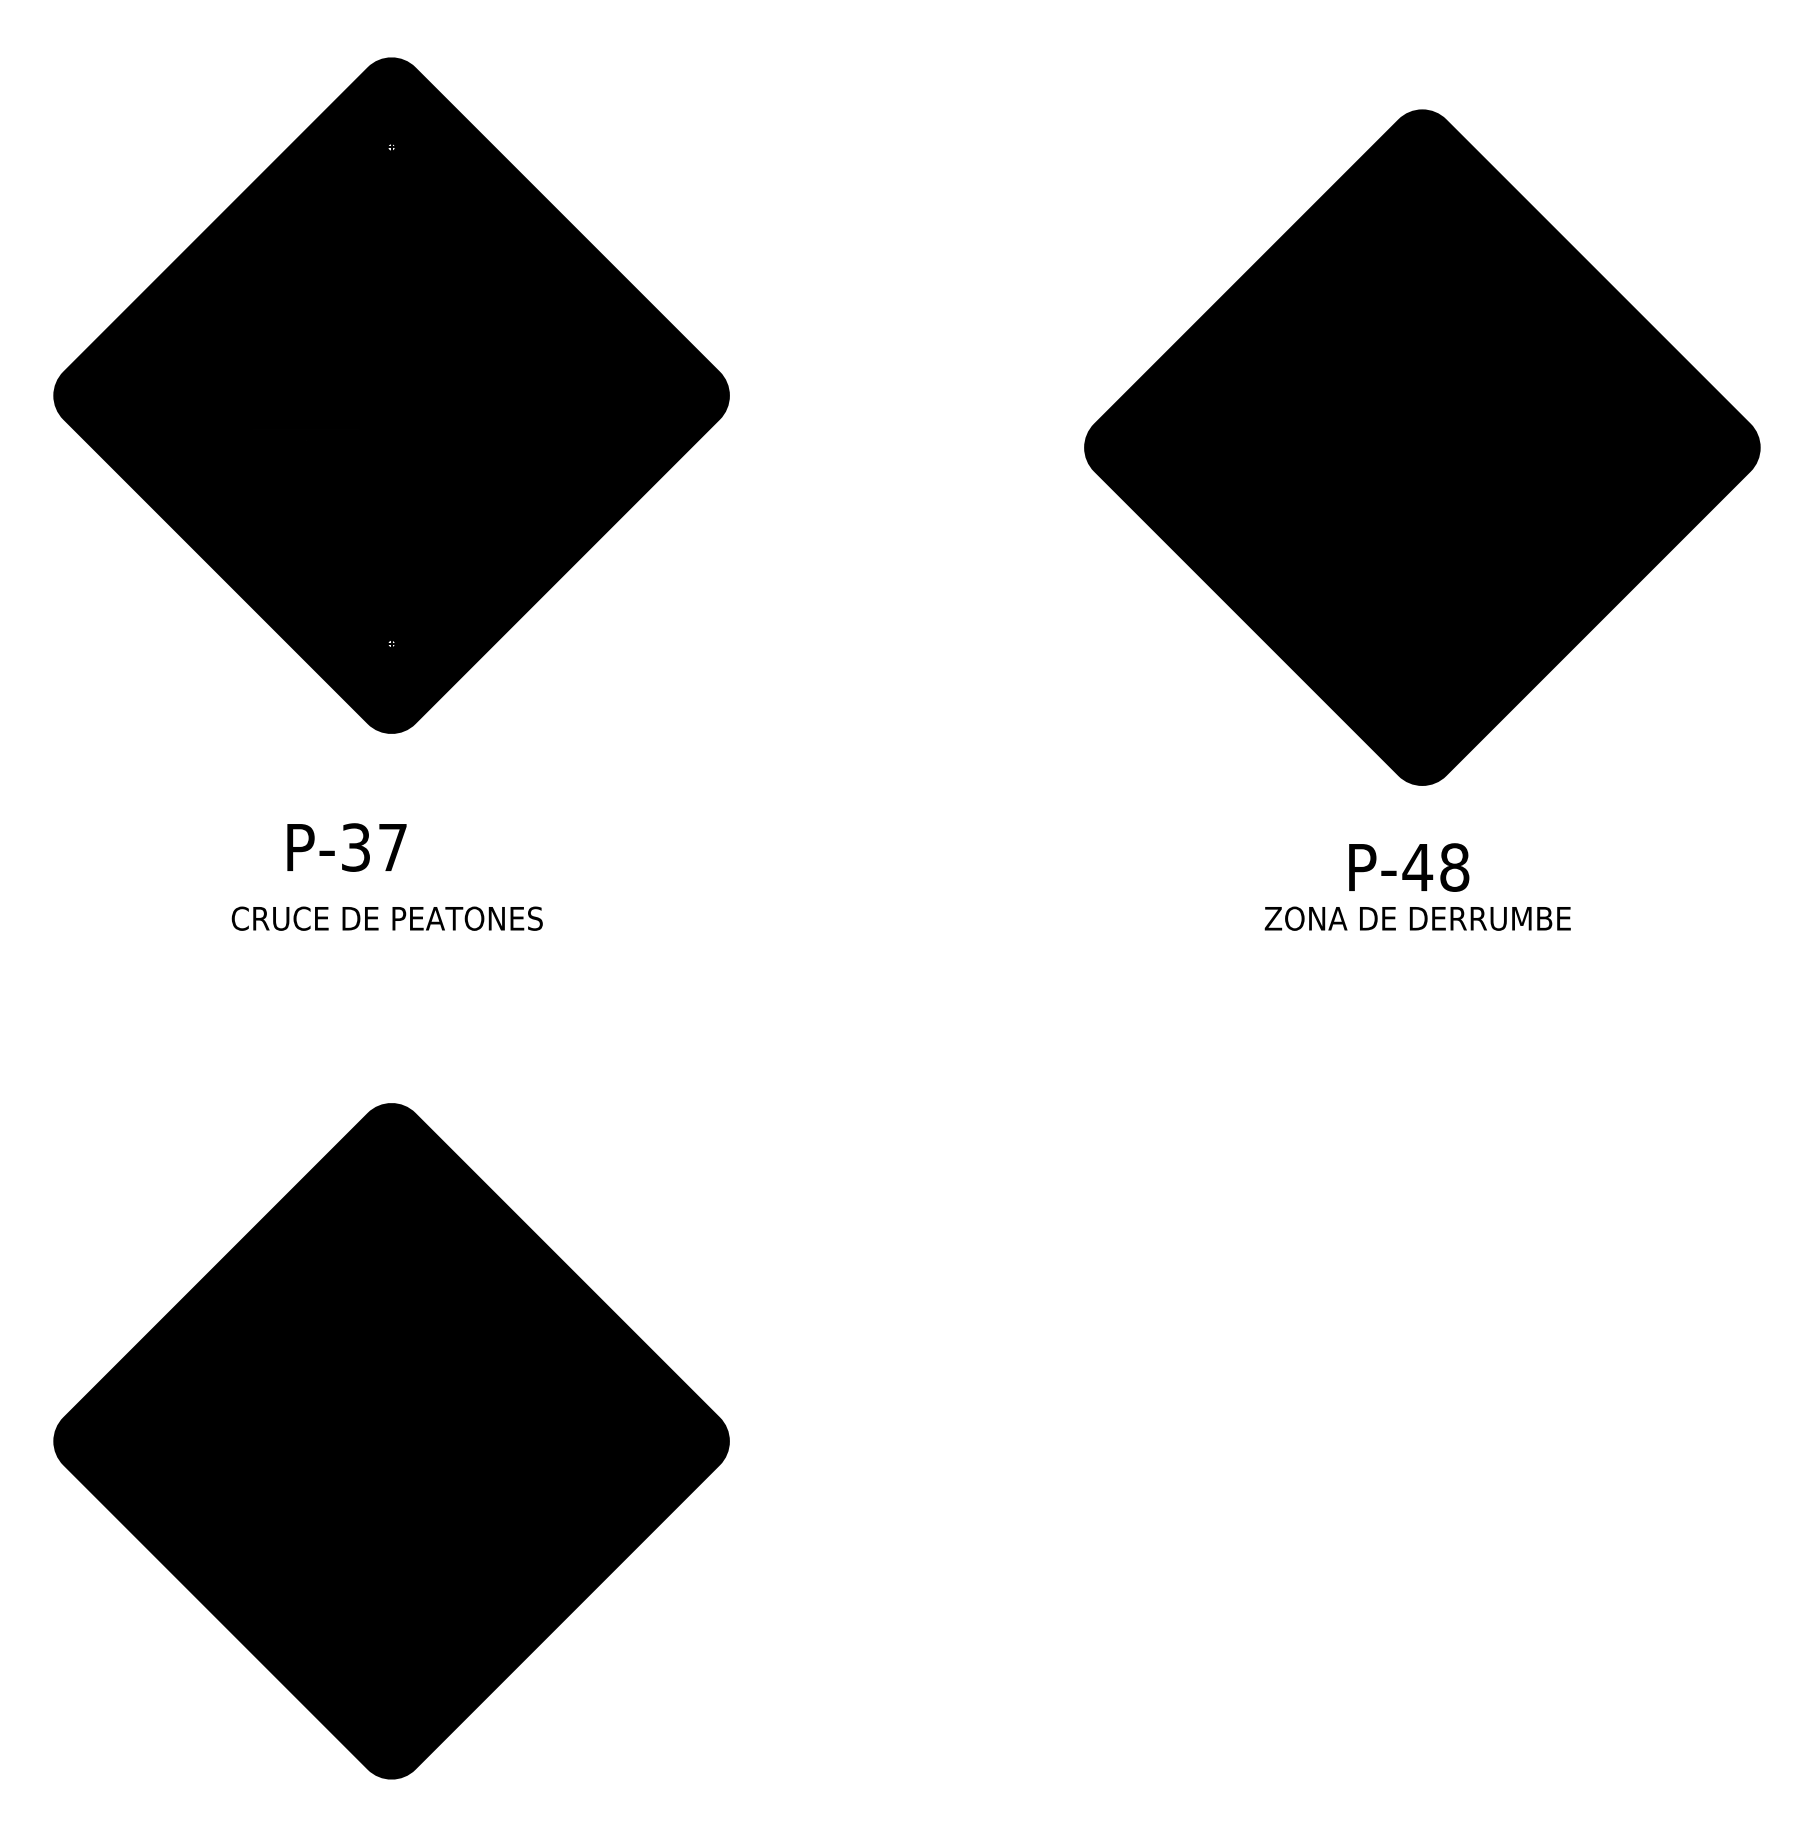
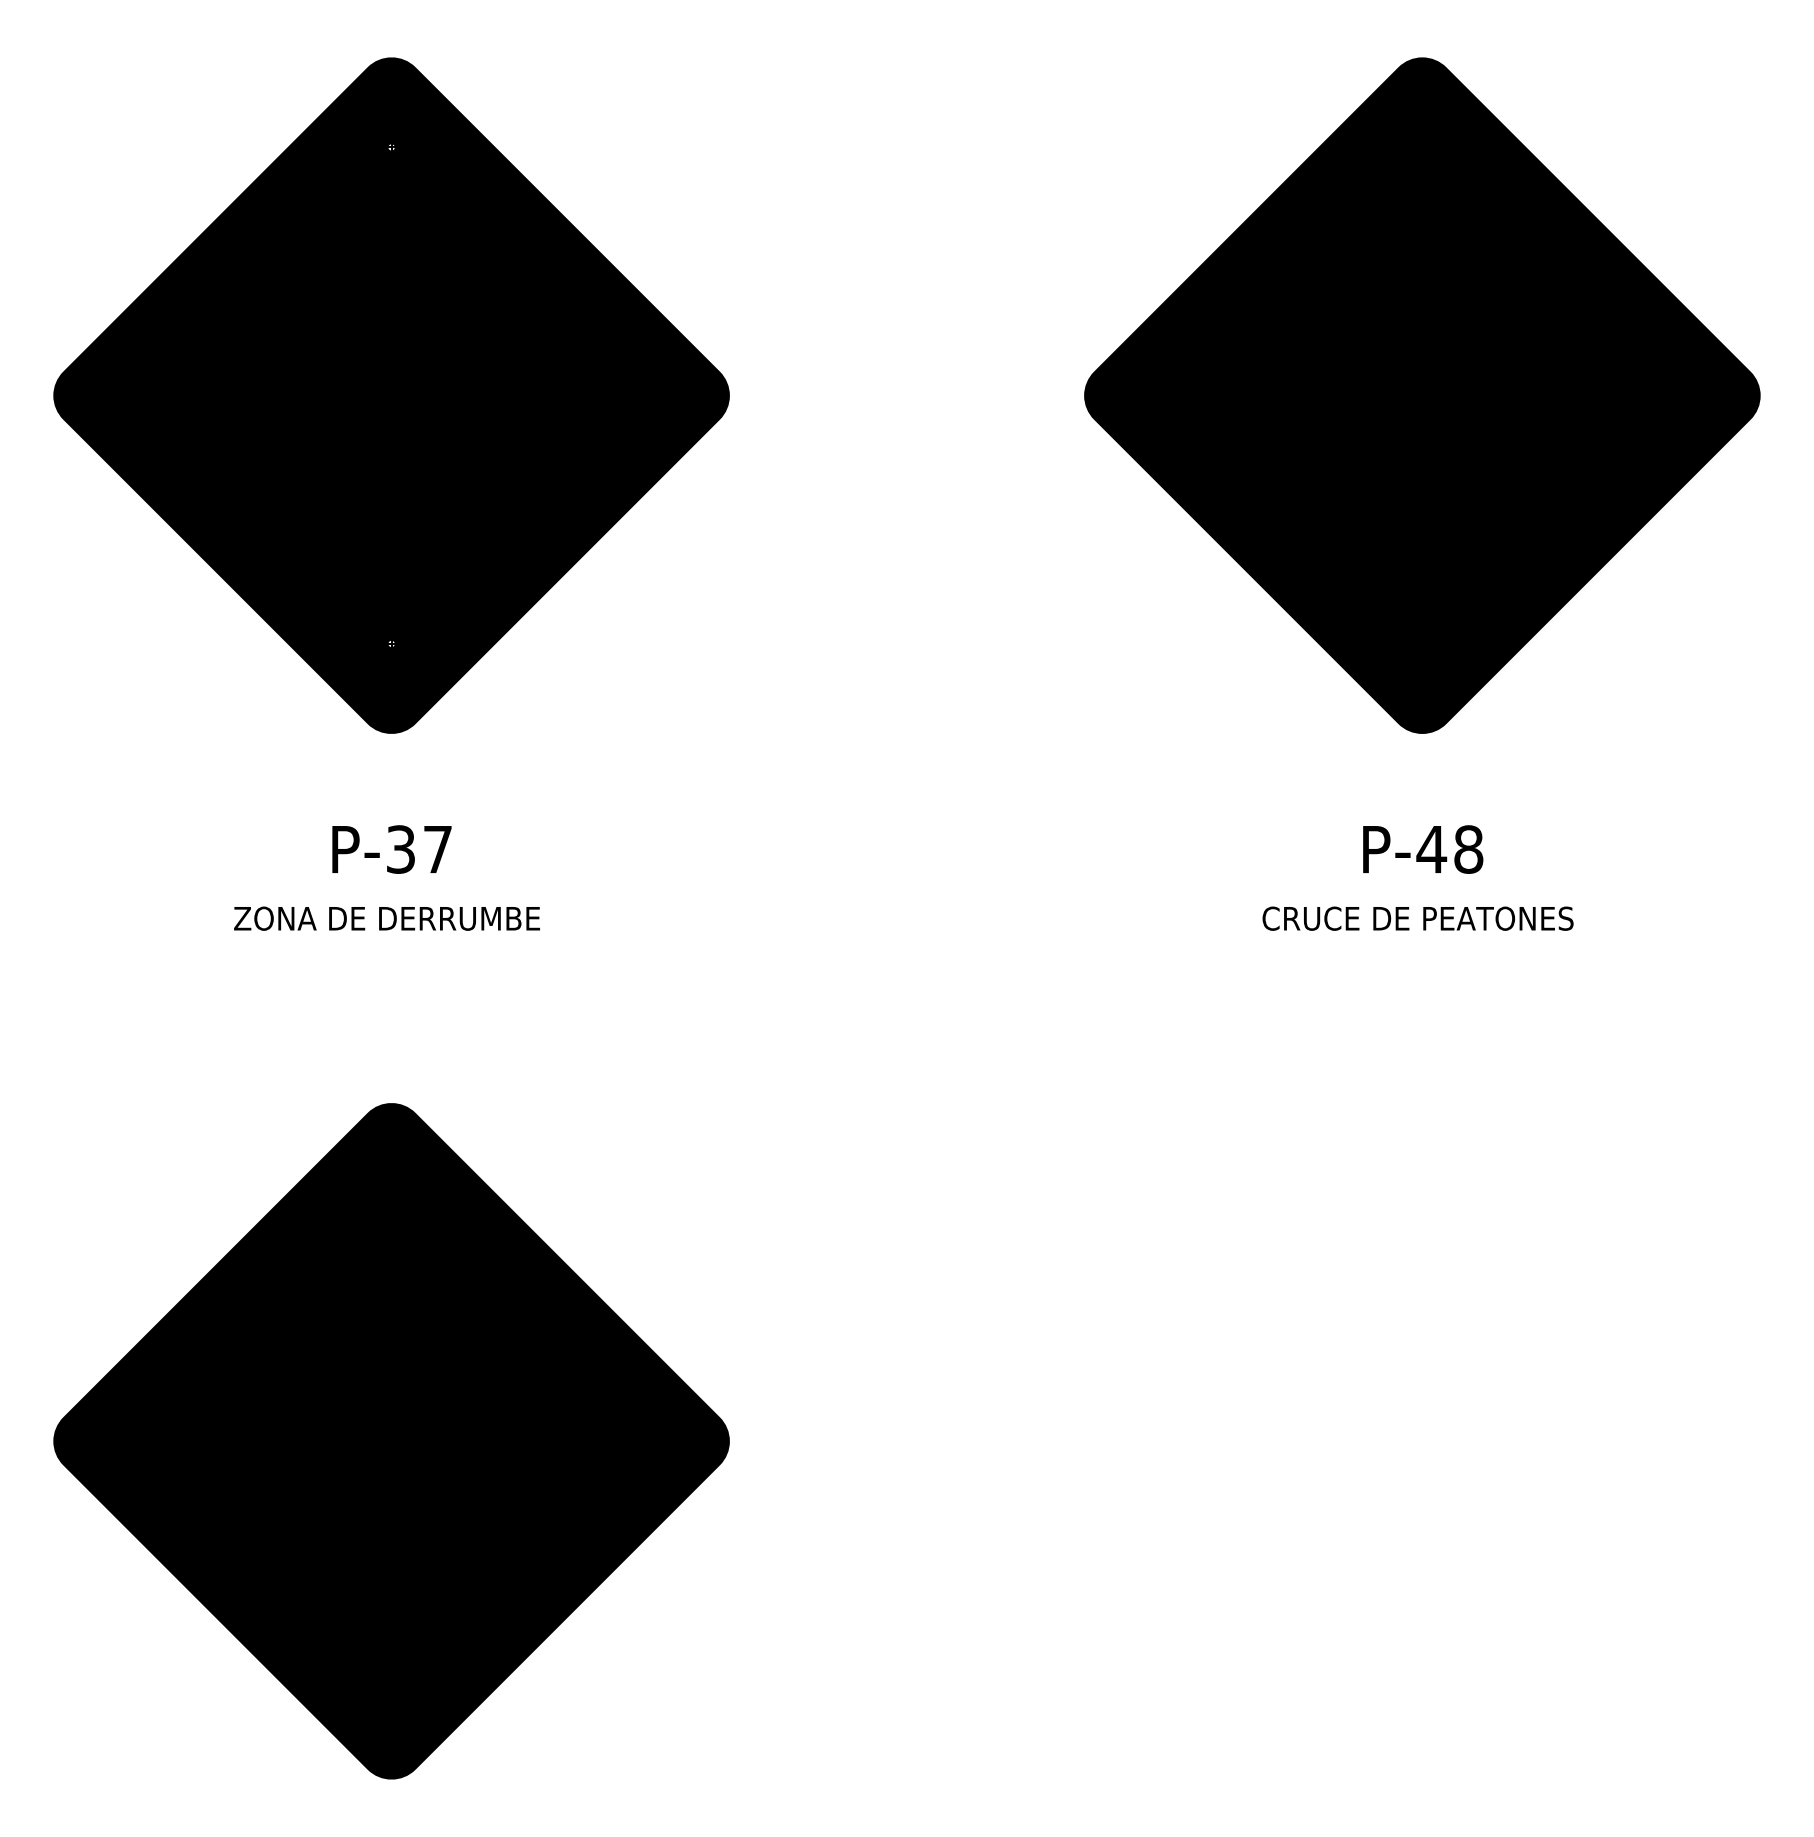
part at (1422, 447) position: (1422, 447) -> (1422, 395)
text at (346, 847) position: (346, 847) -> (391, 849)
text at (1409, 867) position: (1409, 867) -> (1423, 849)
text at (386, 918): CRUCE DE PEATONES -> ZONA DE DERRUMBE
text at (1417, 918): ZONA DE DERRUMBE -> CRUCE DE PEATONES
